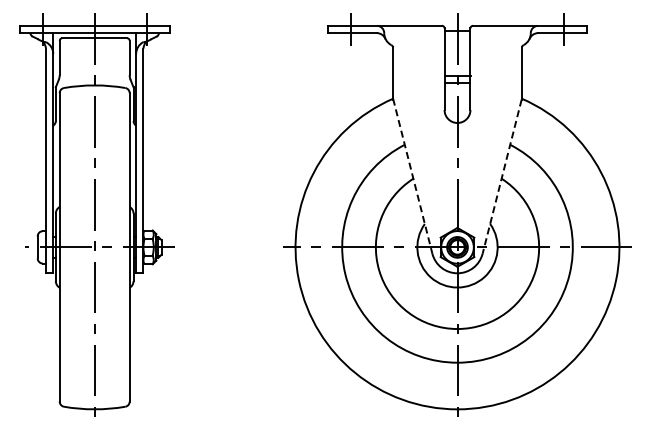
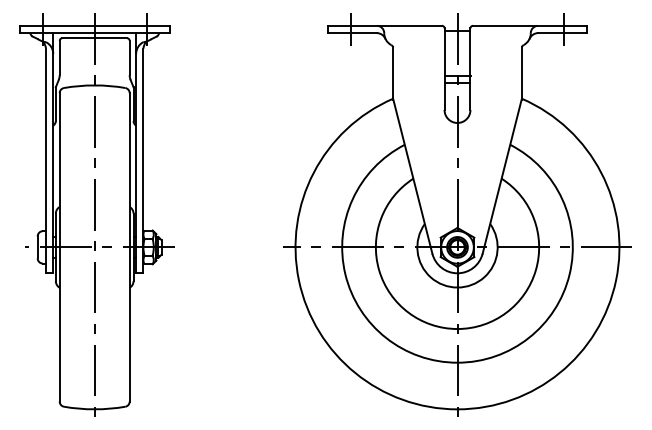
line at (412, 176): dashed -> solid
line at (502, 177): dashed -> solid
